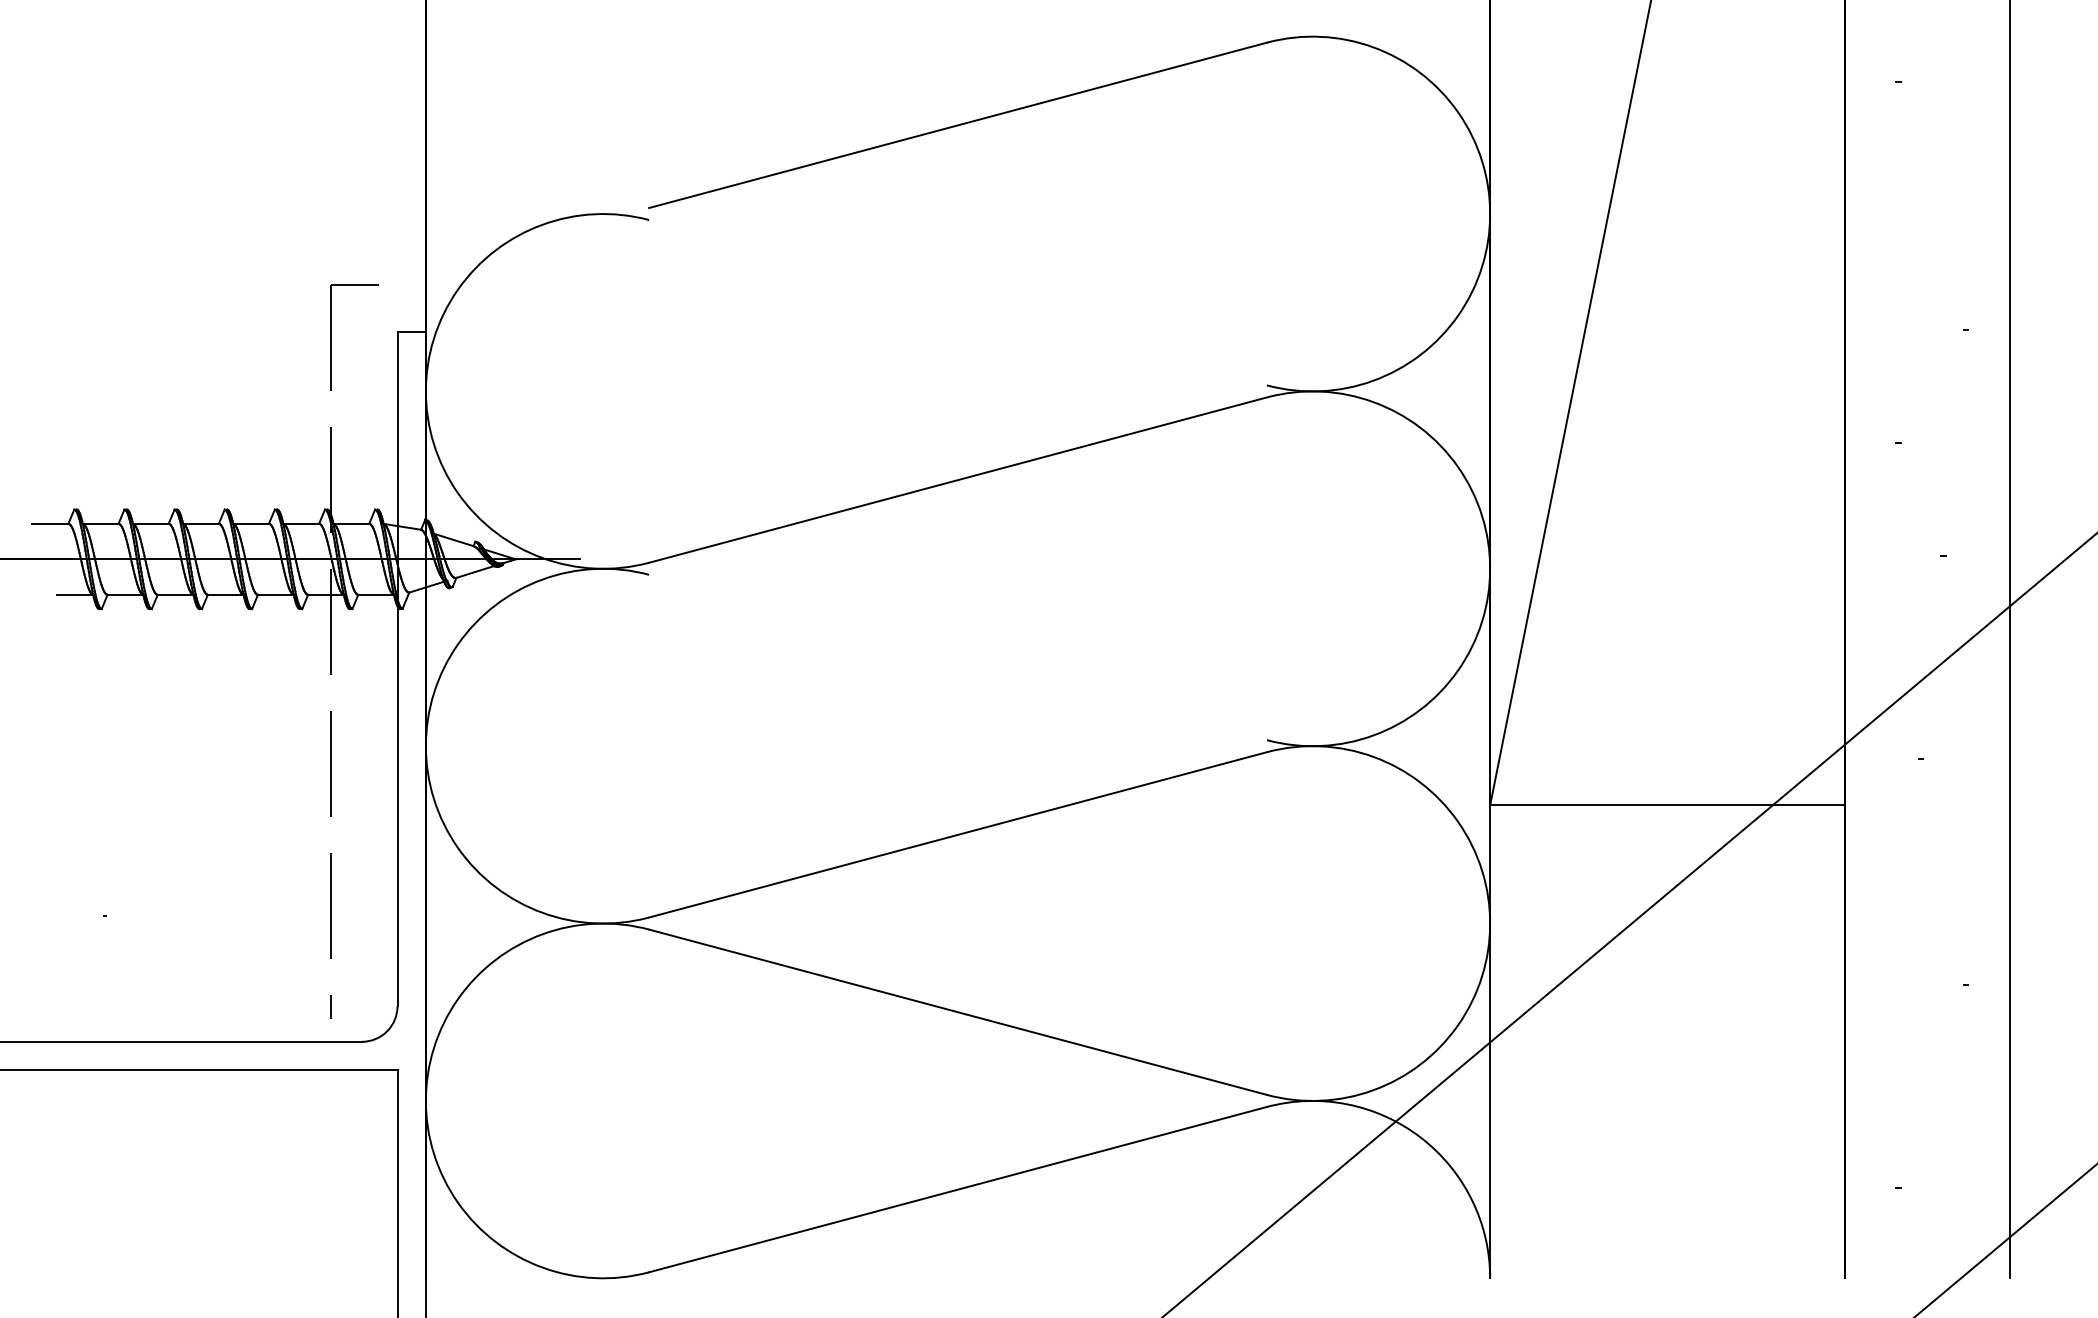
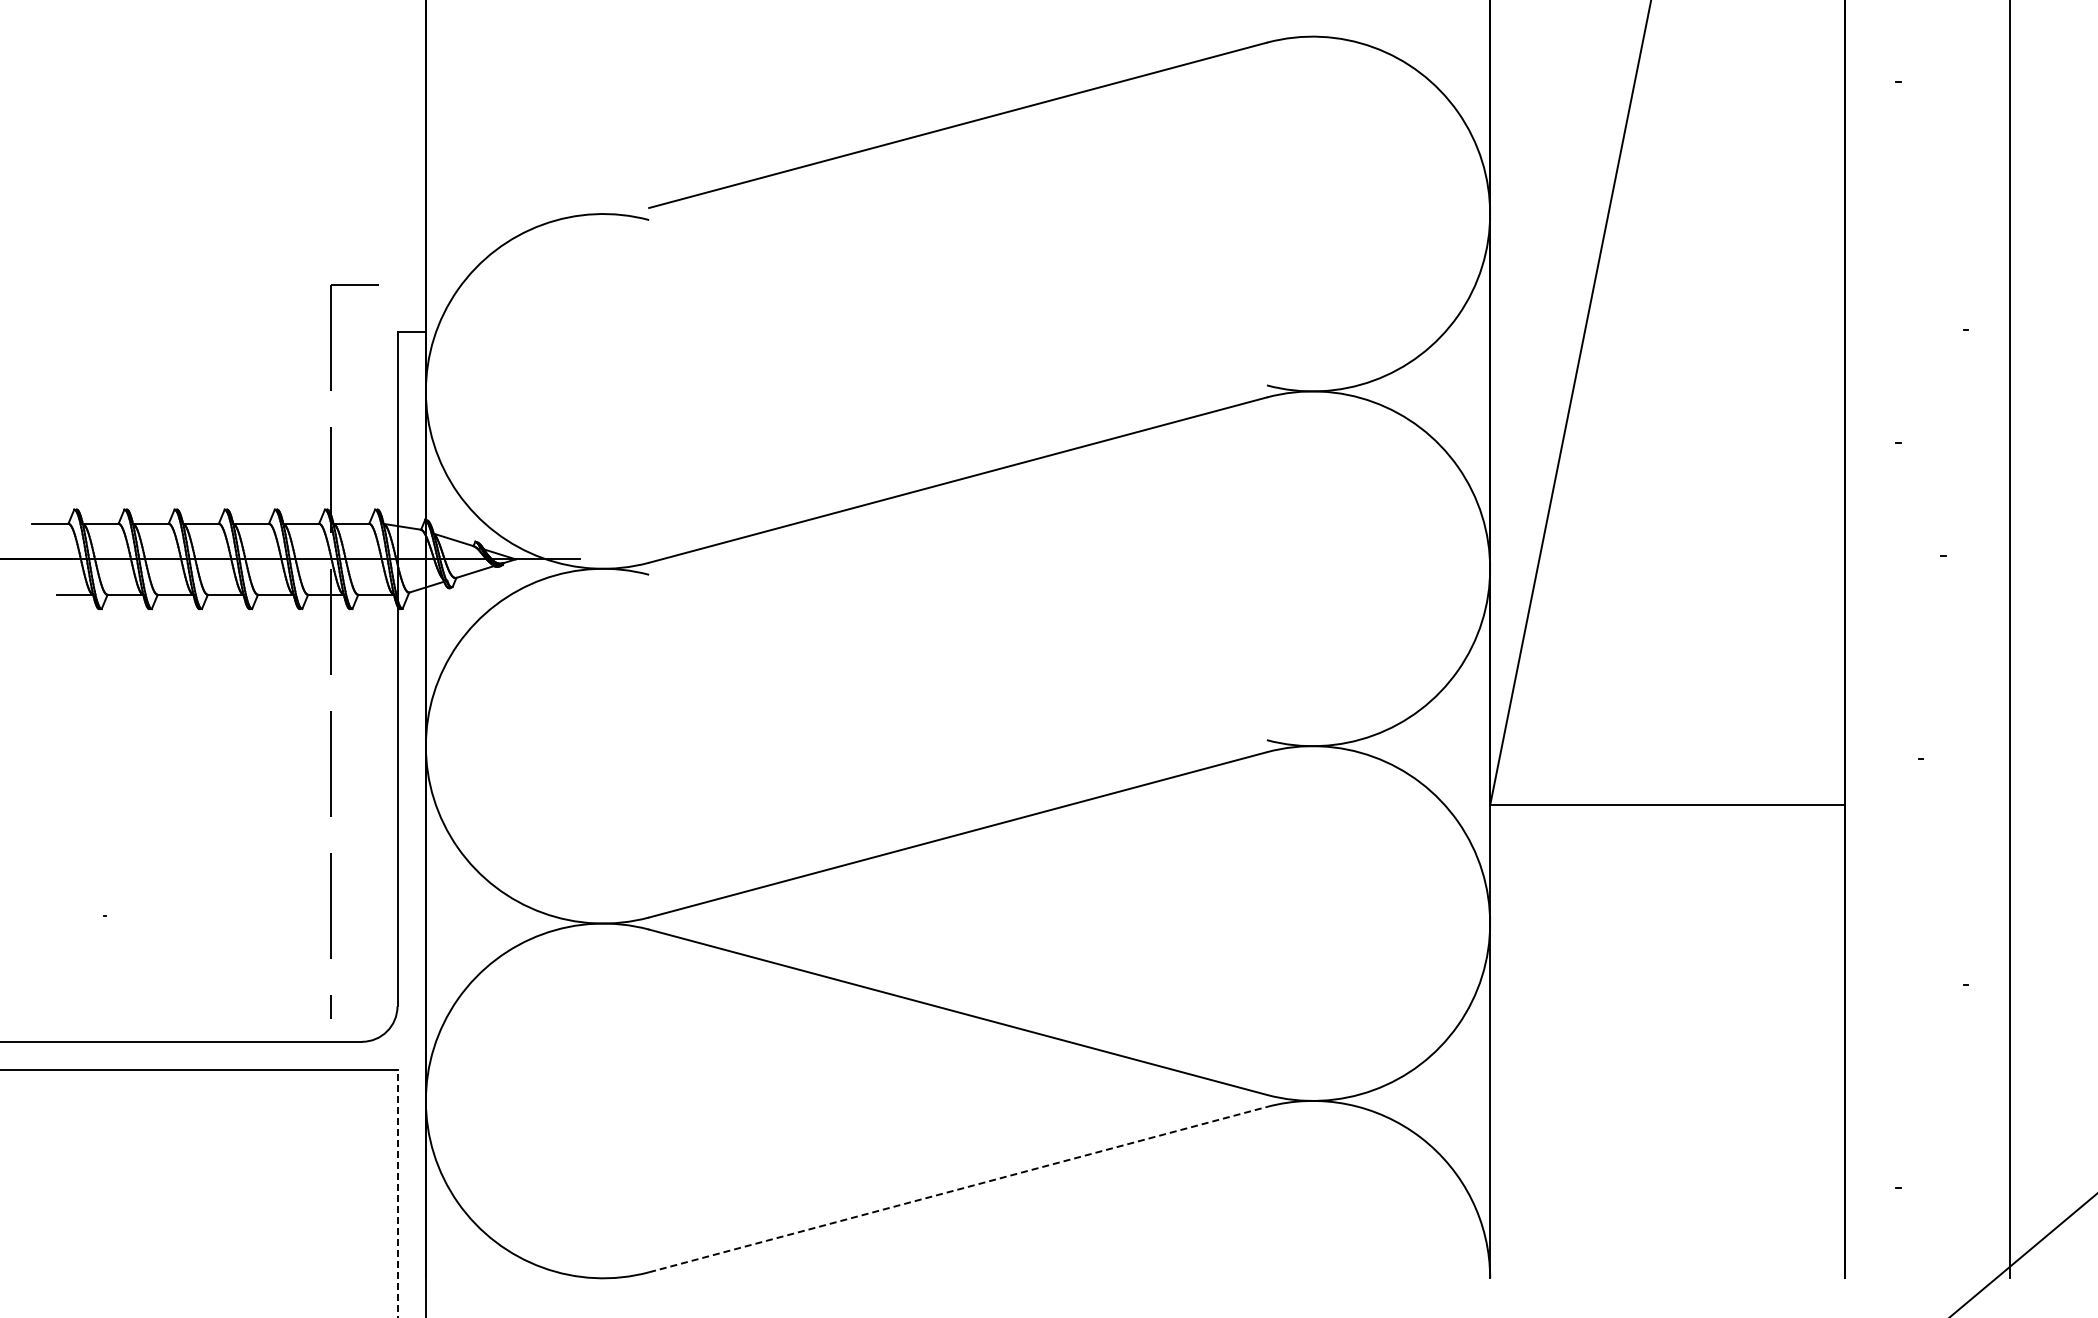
line at (1629, 924): present -> none
line at (958, 1189): solid -> dashed
line at (397, 1194): solid -> dashed
line at (2005, 1240) position: (2005, 1240) -> (2023, 1254)
